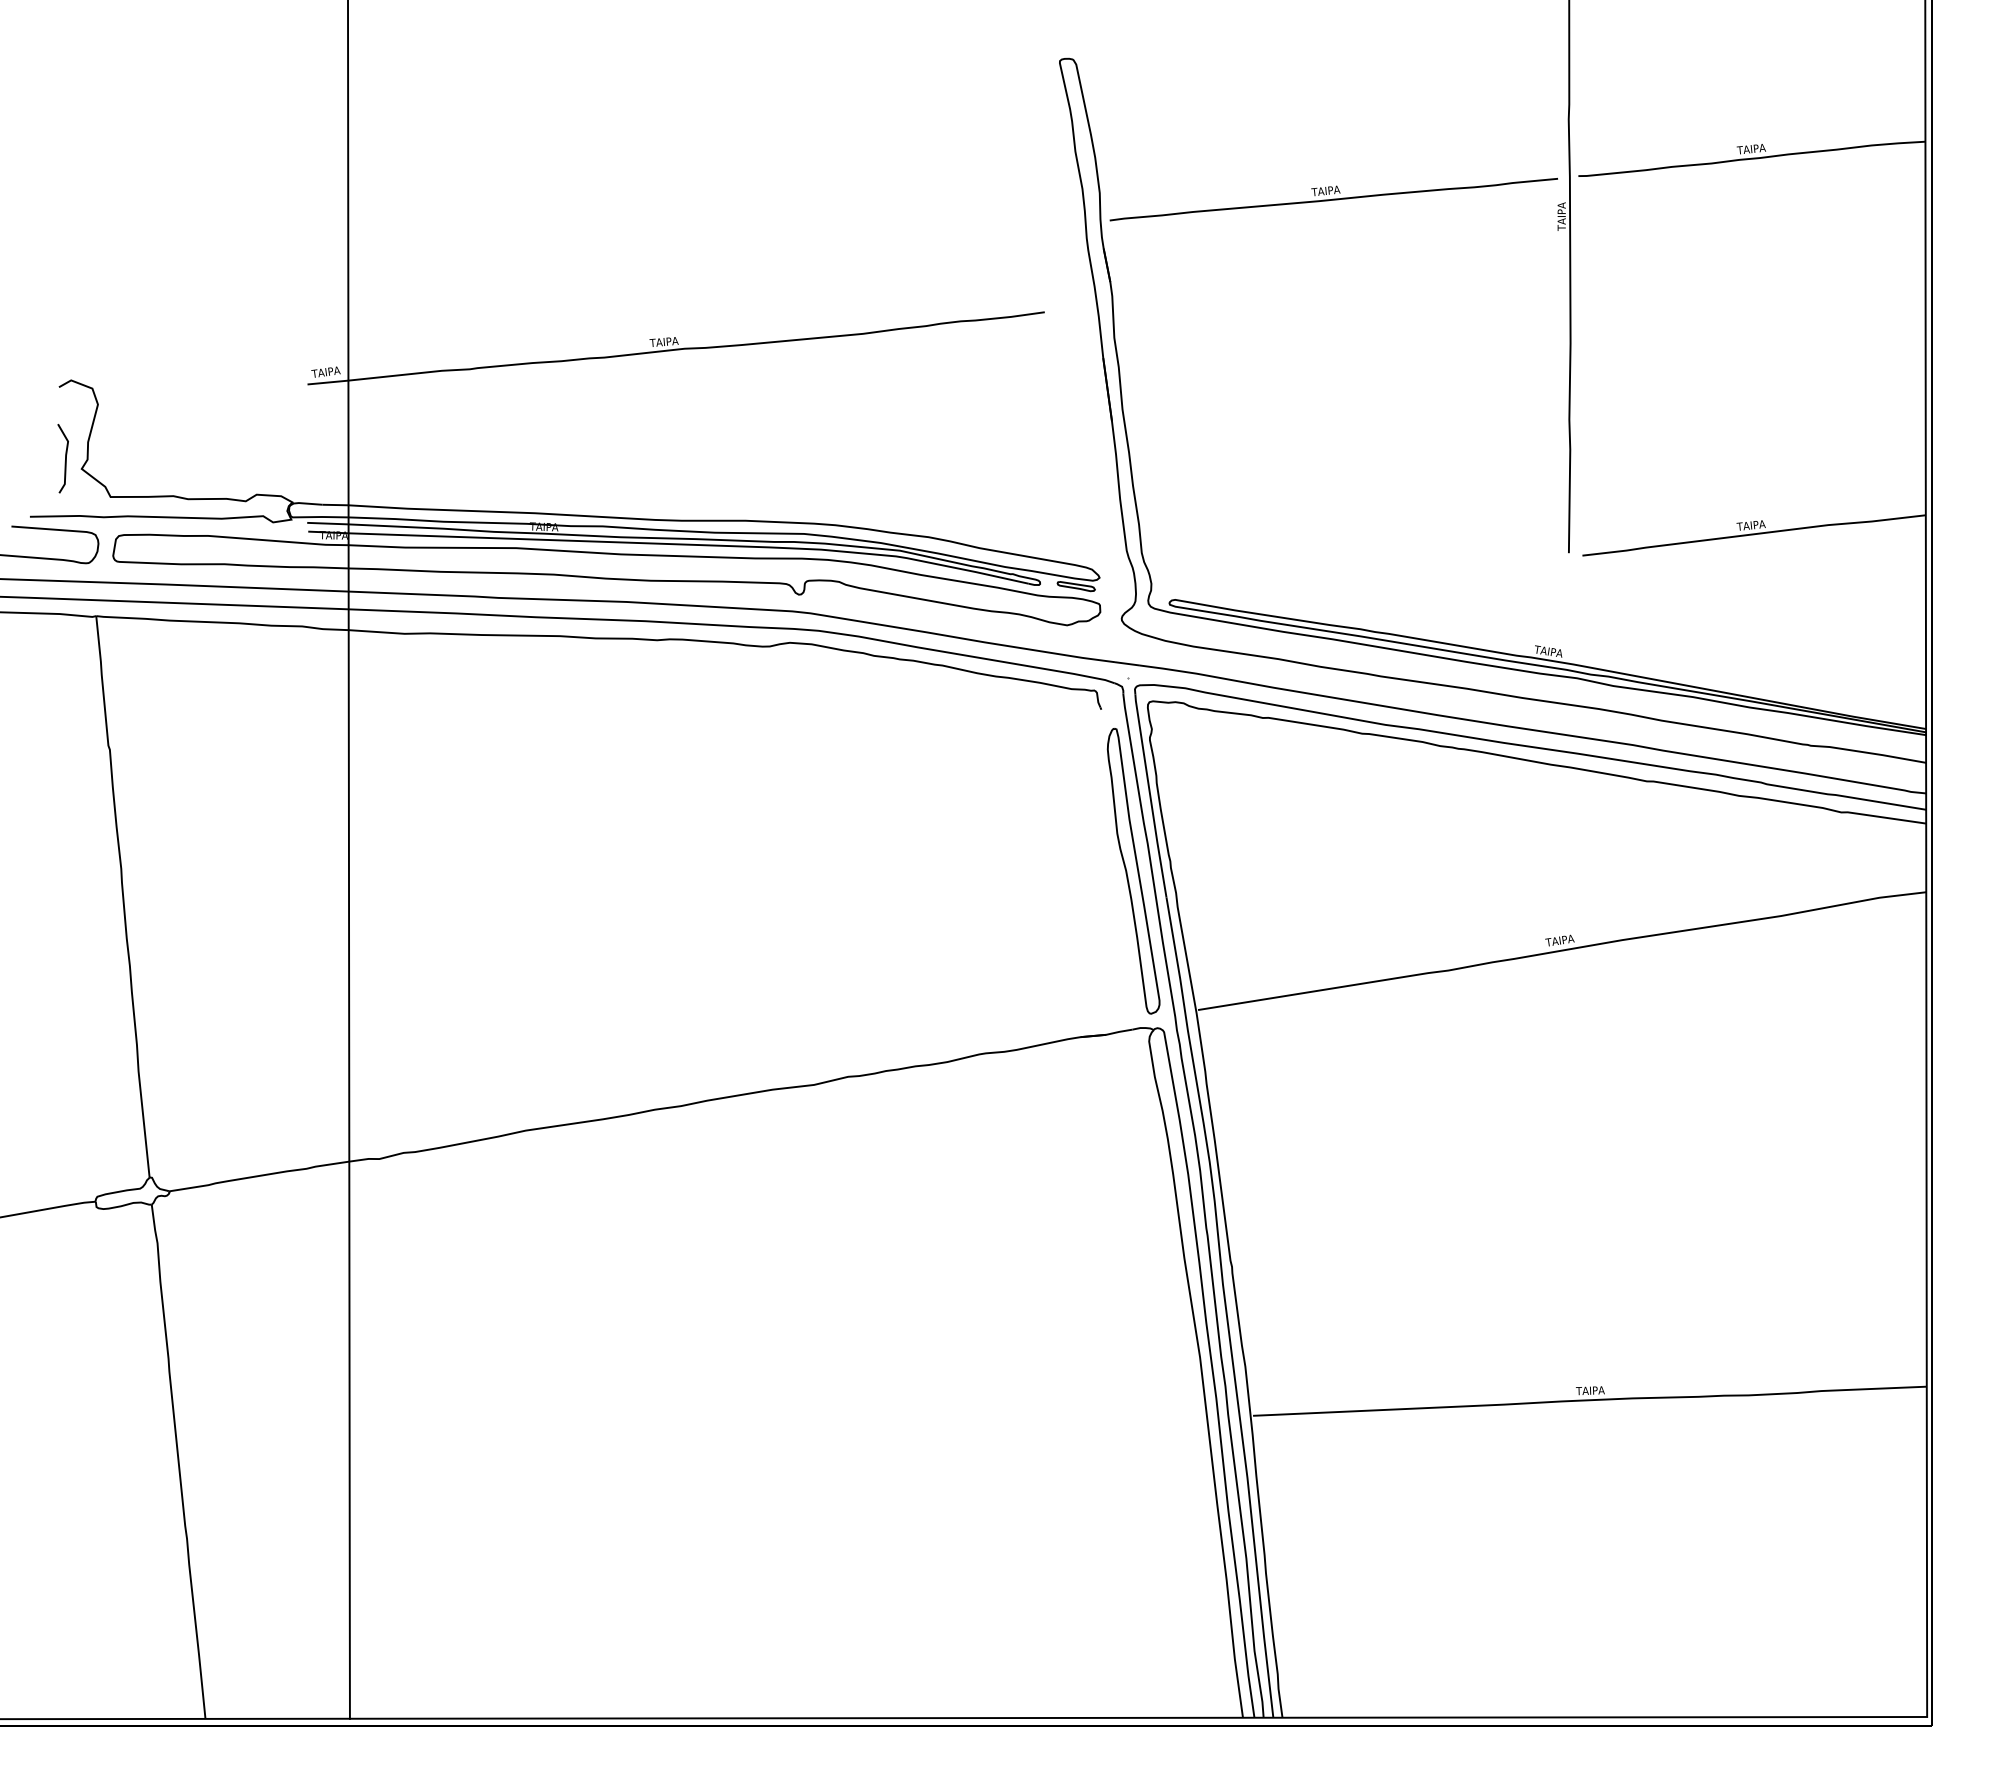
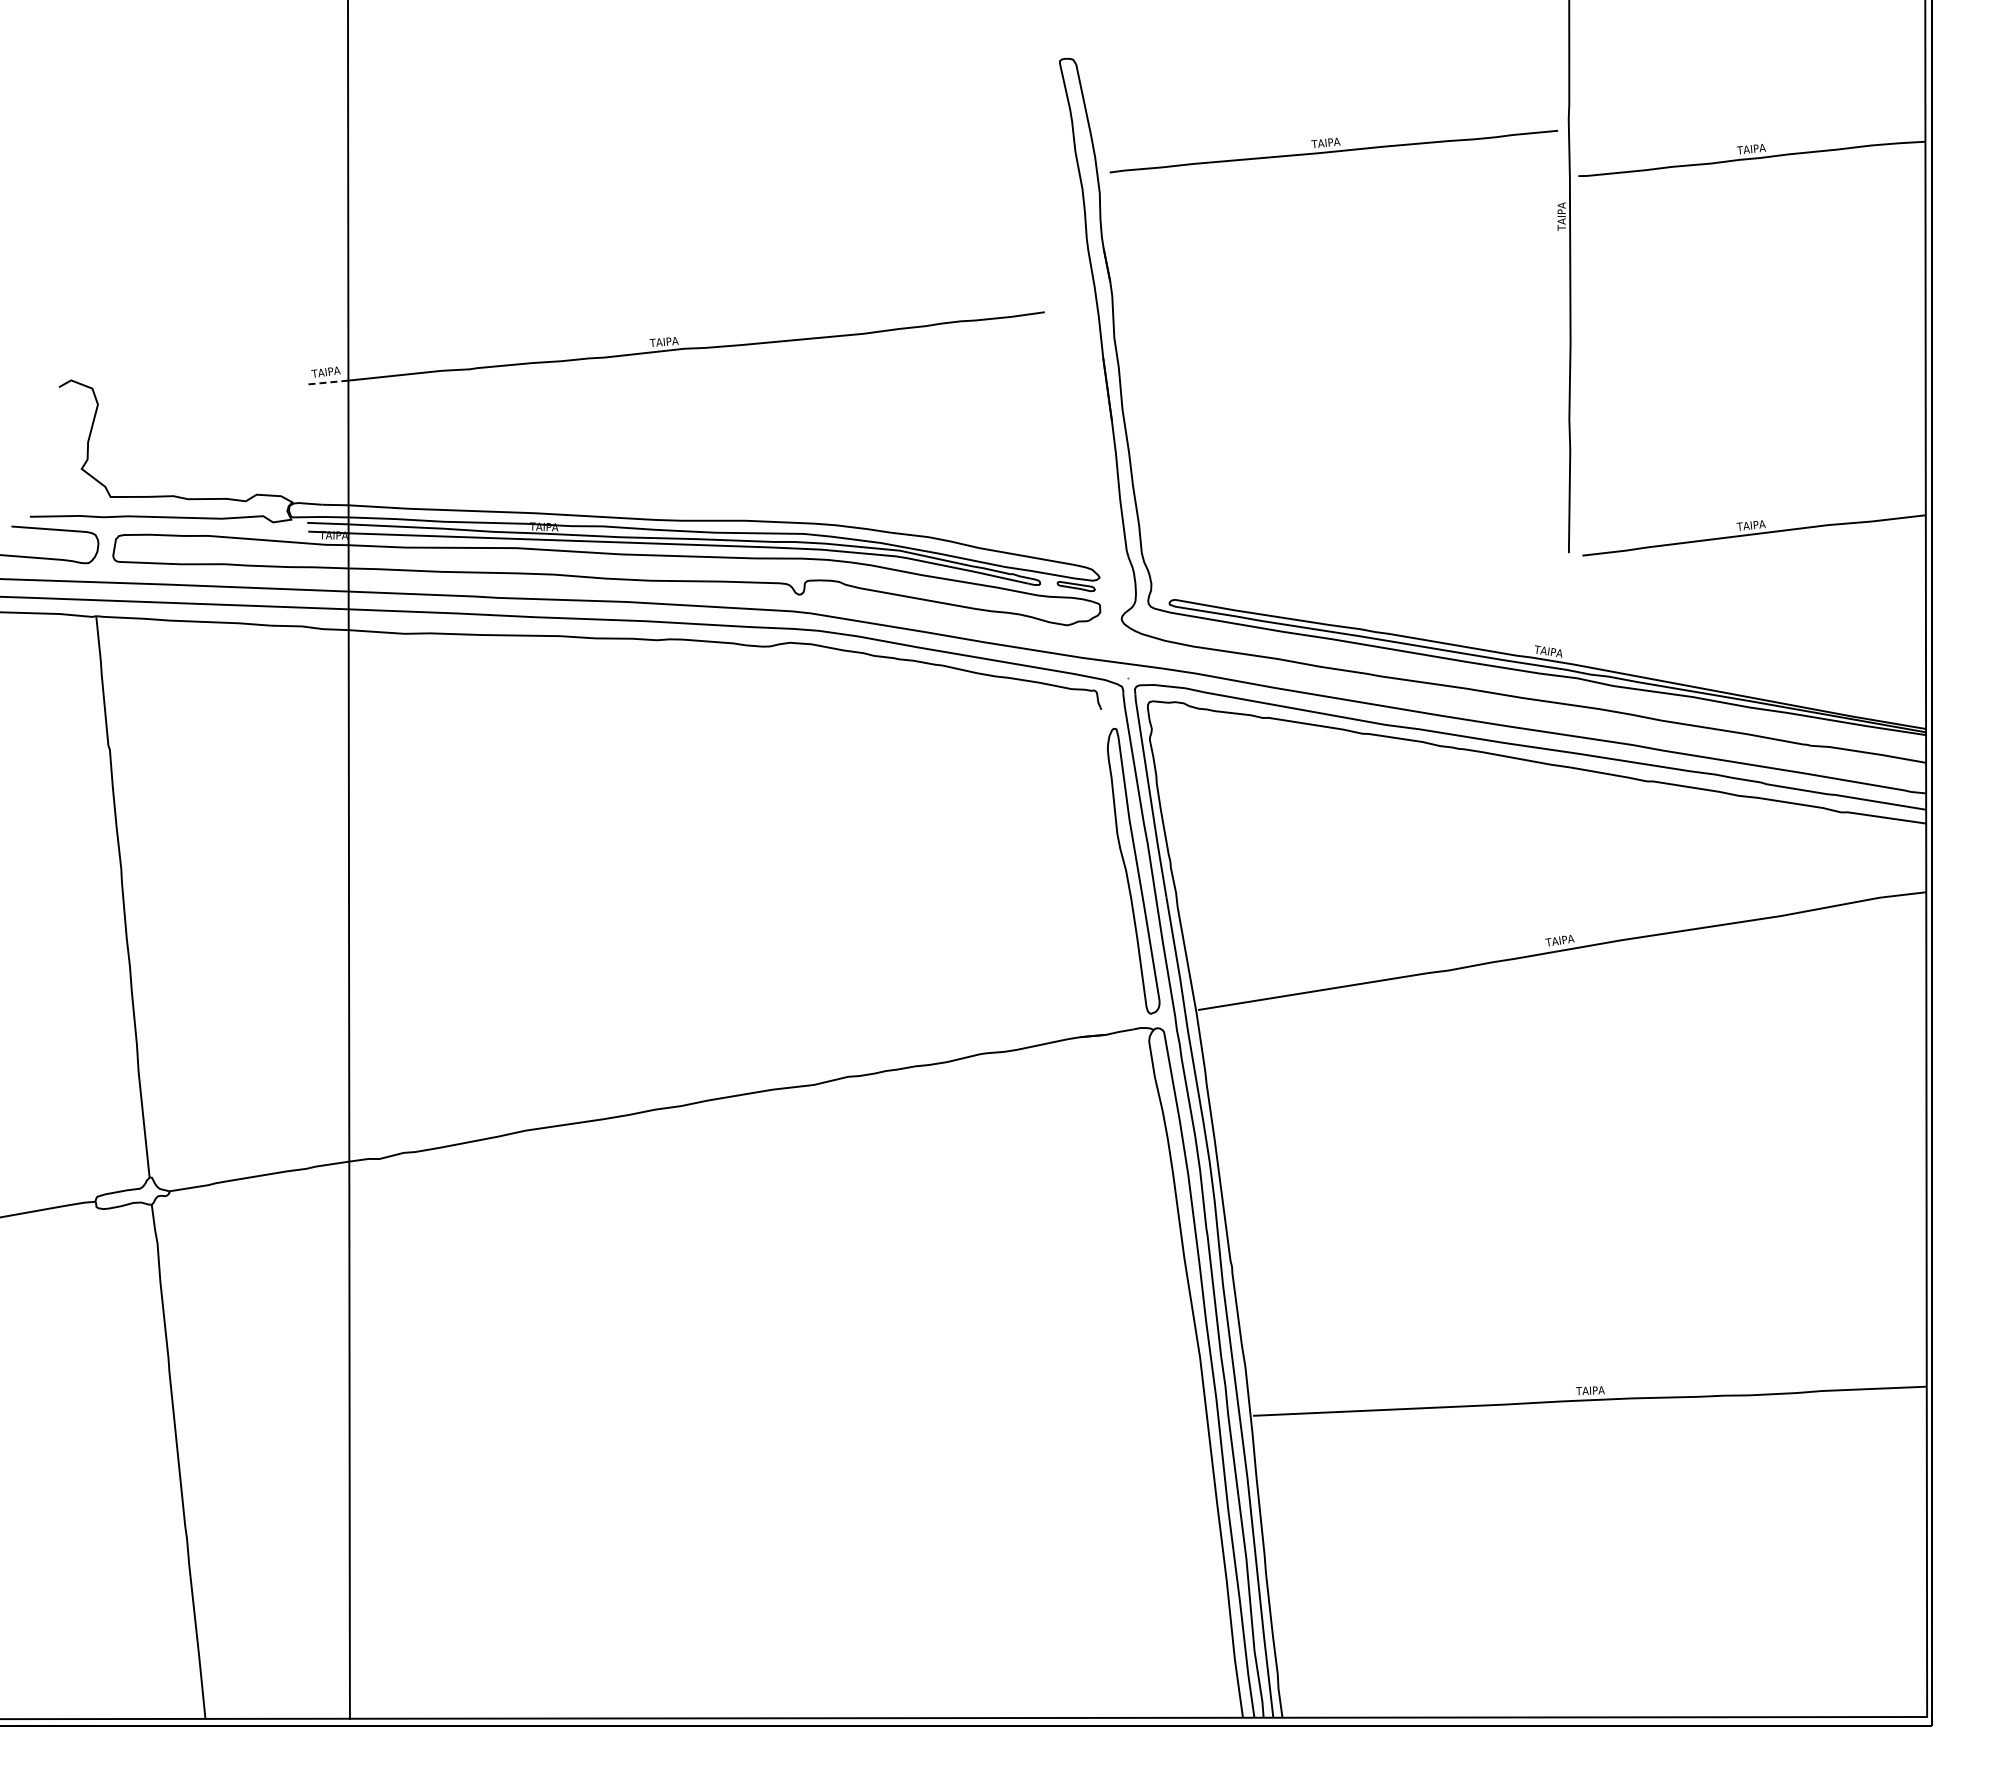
part at (1333, 199) position: (1333, 199) -> (1333, 151)
line at (327, 382): solid -> dashed
line at (65, 458): present -> none
